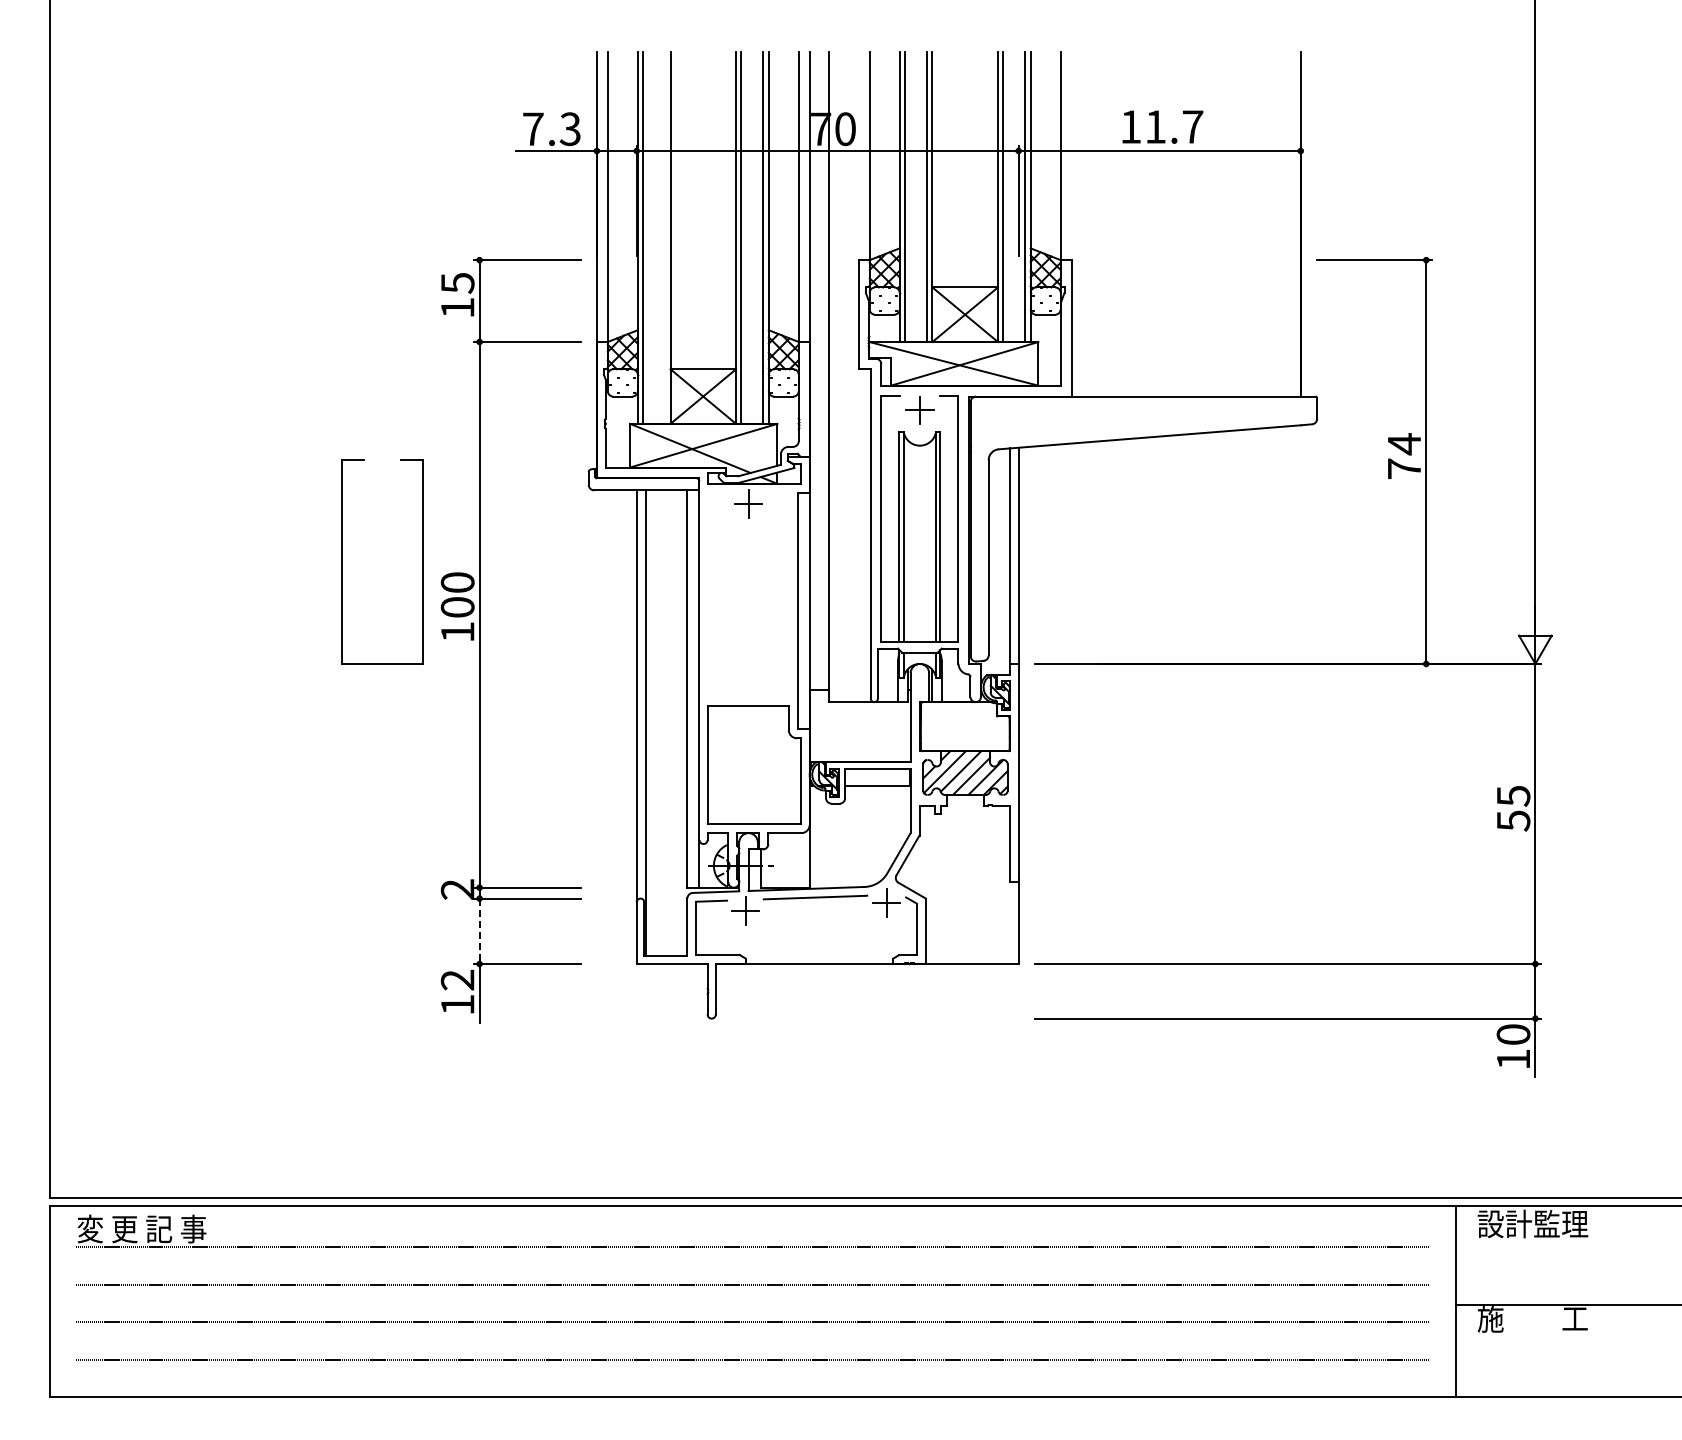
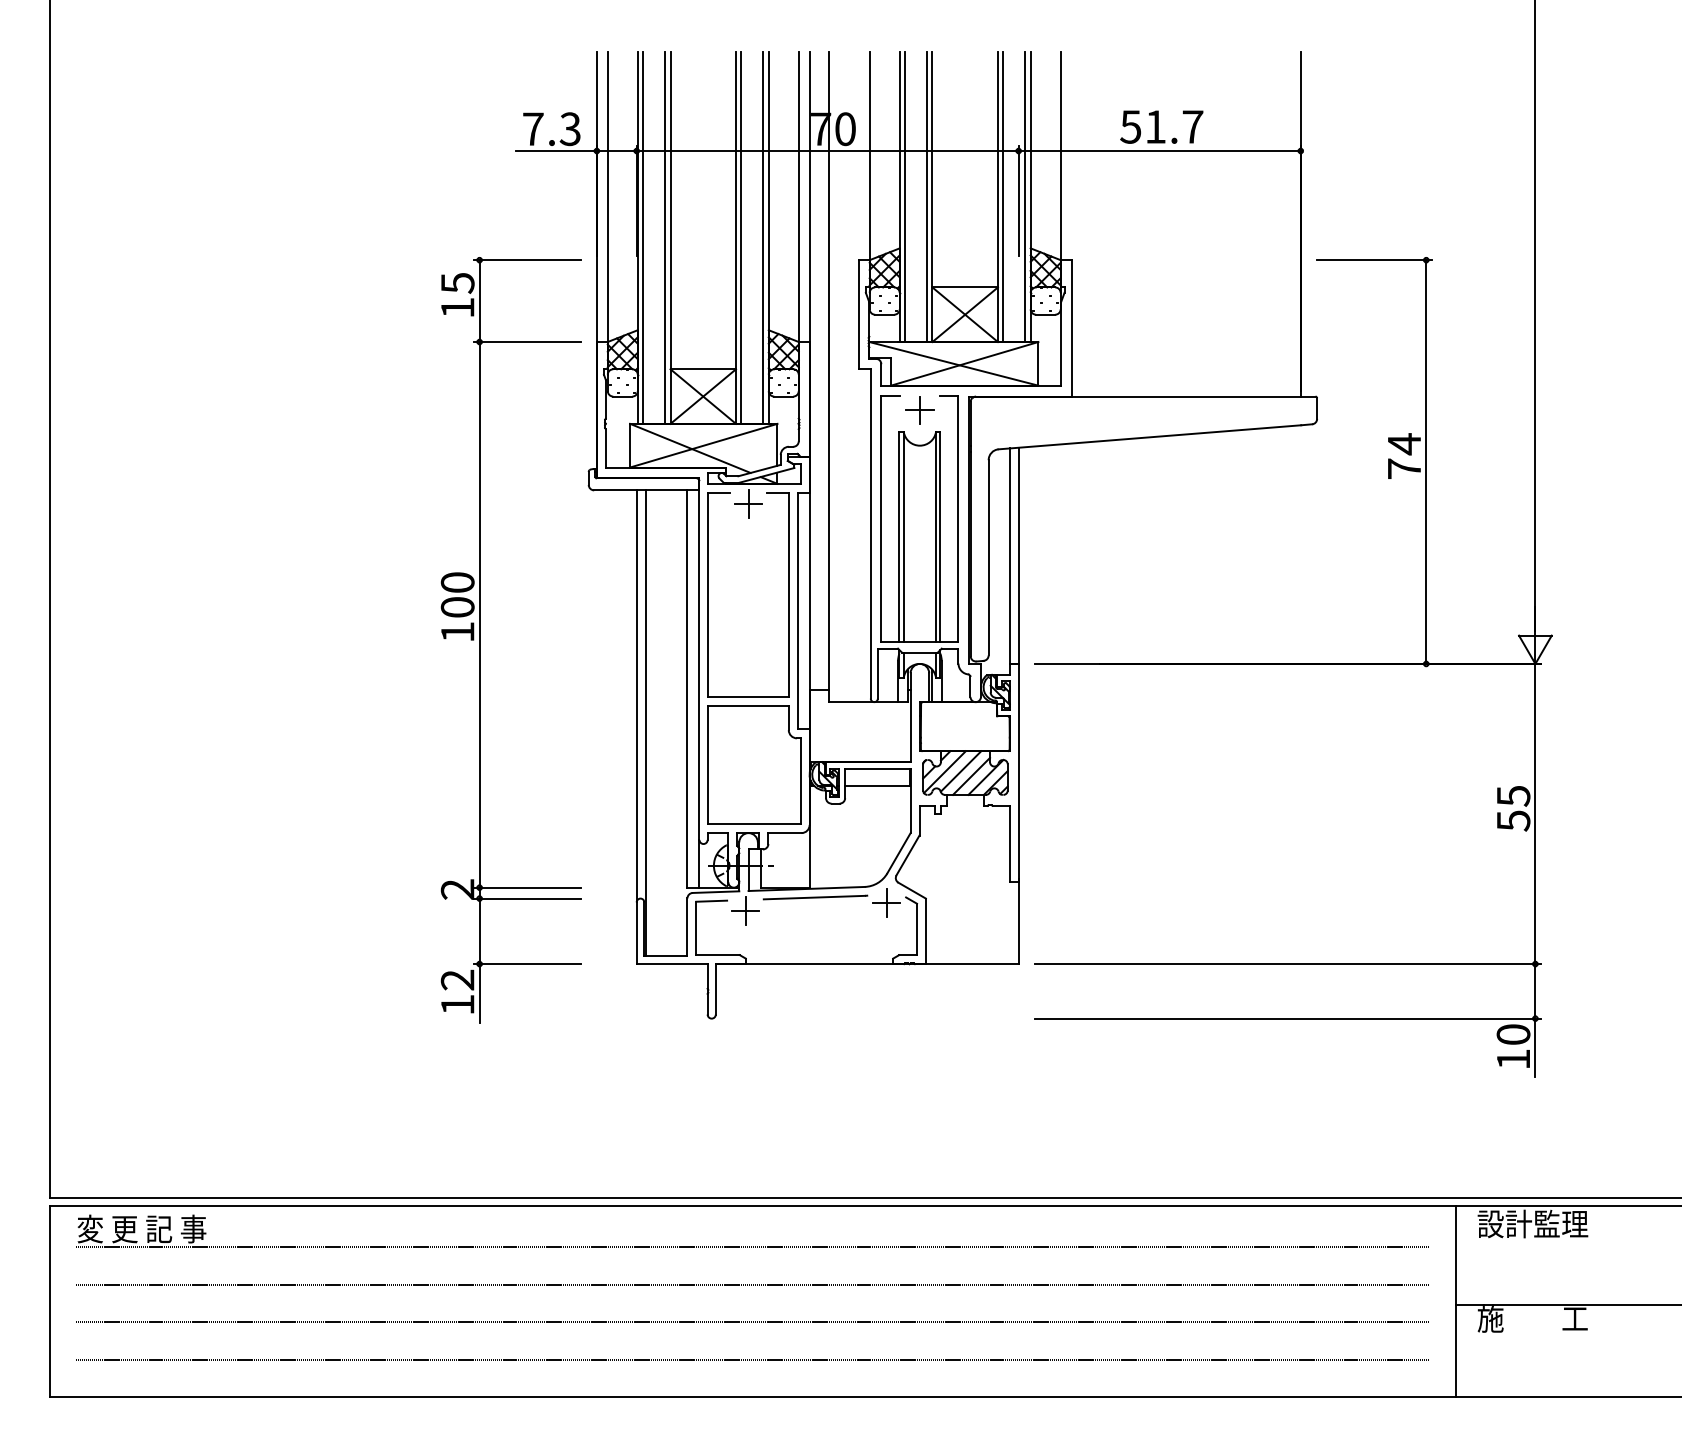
text at (1130, 126): 11.7 -> 51.7
line at (665, 237): none -> present
part at (342, 561) position: (342, 561) -> (708, 594)
line at (479, 931): dashed -> solid
